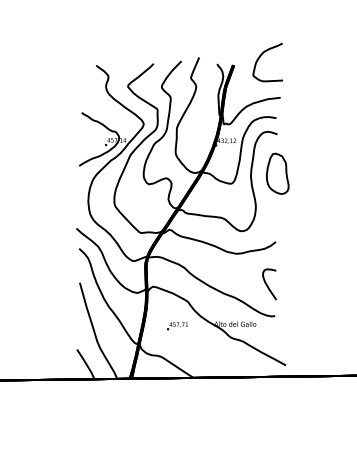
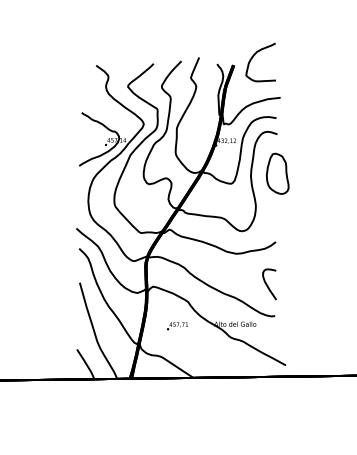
part at (261, 56) position: (261, 56) -> (254, 56)
